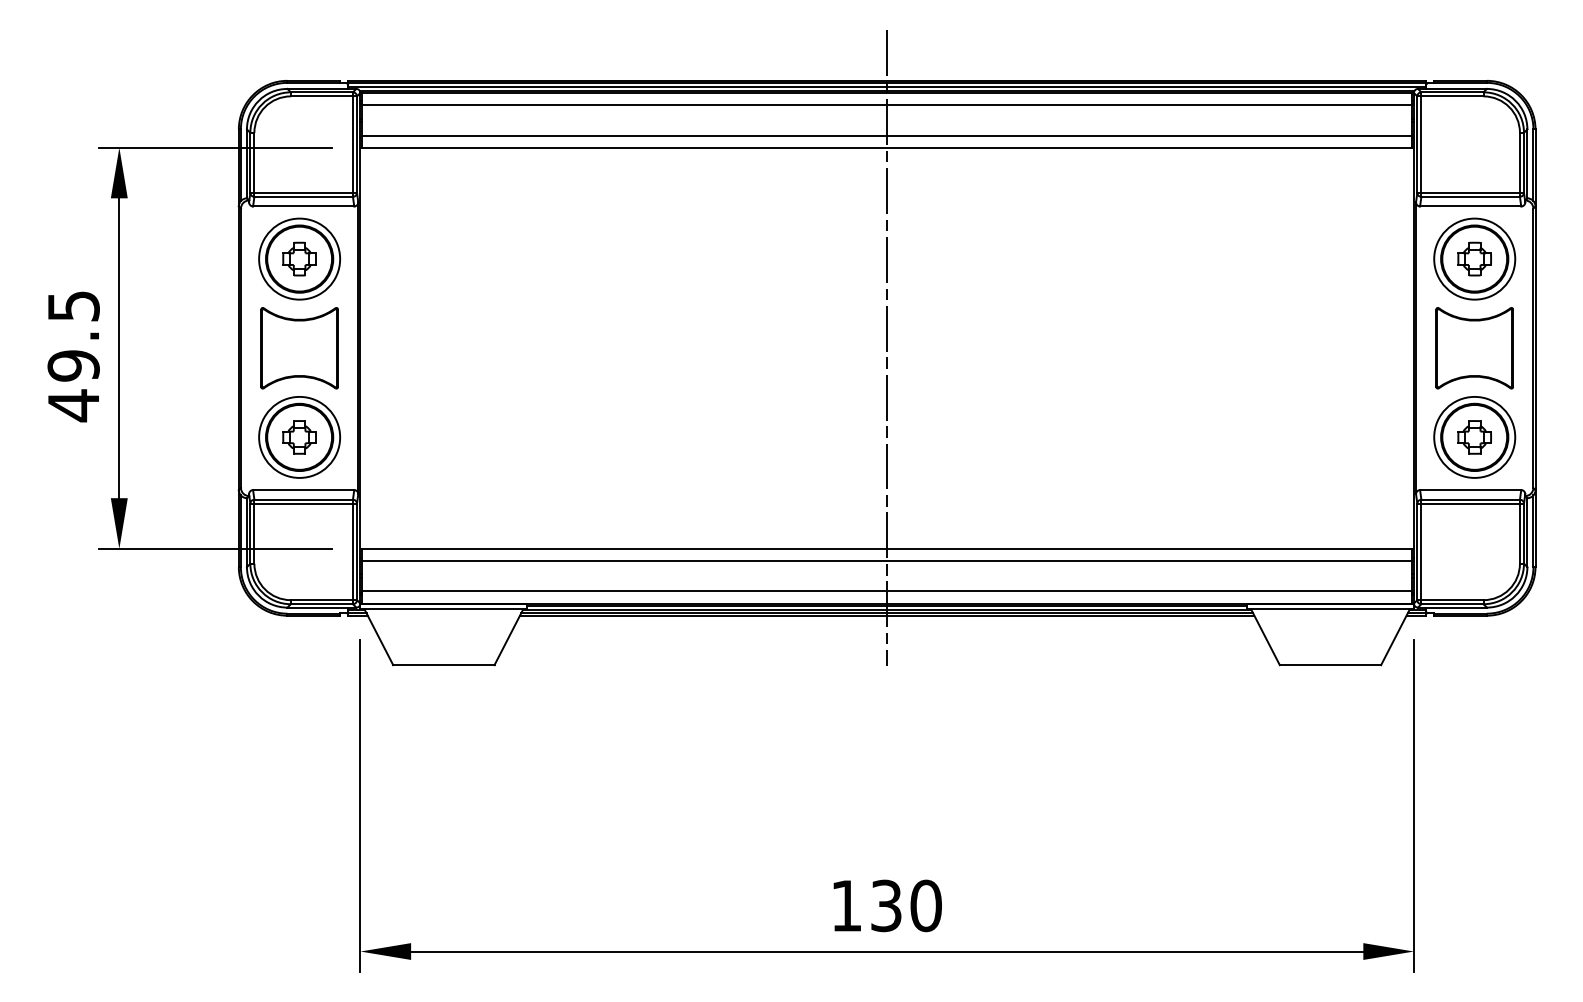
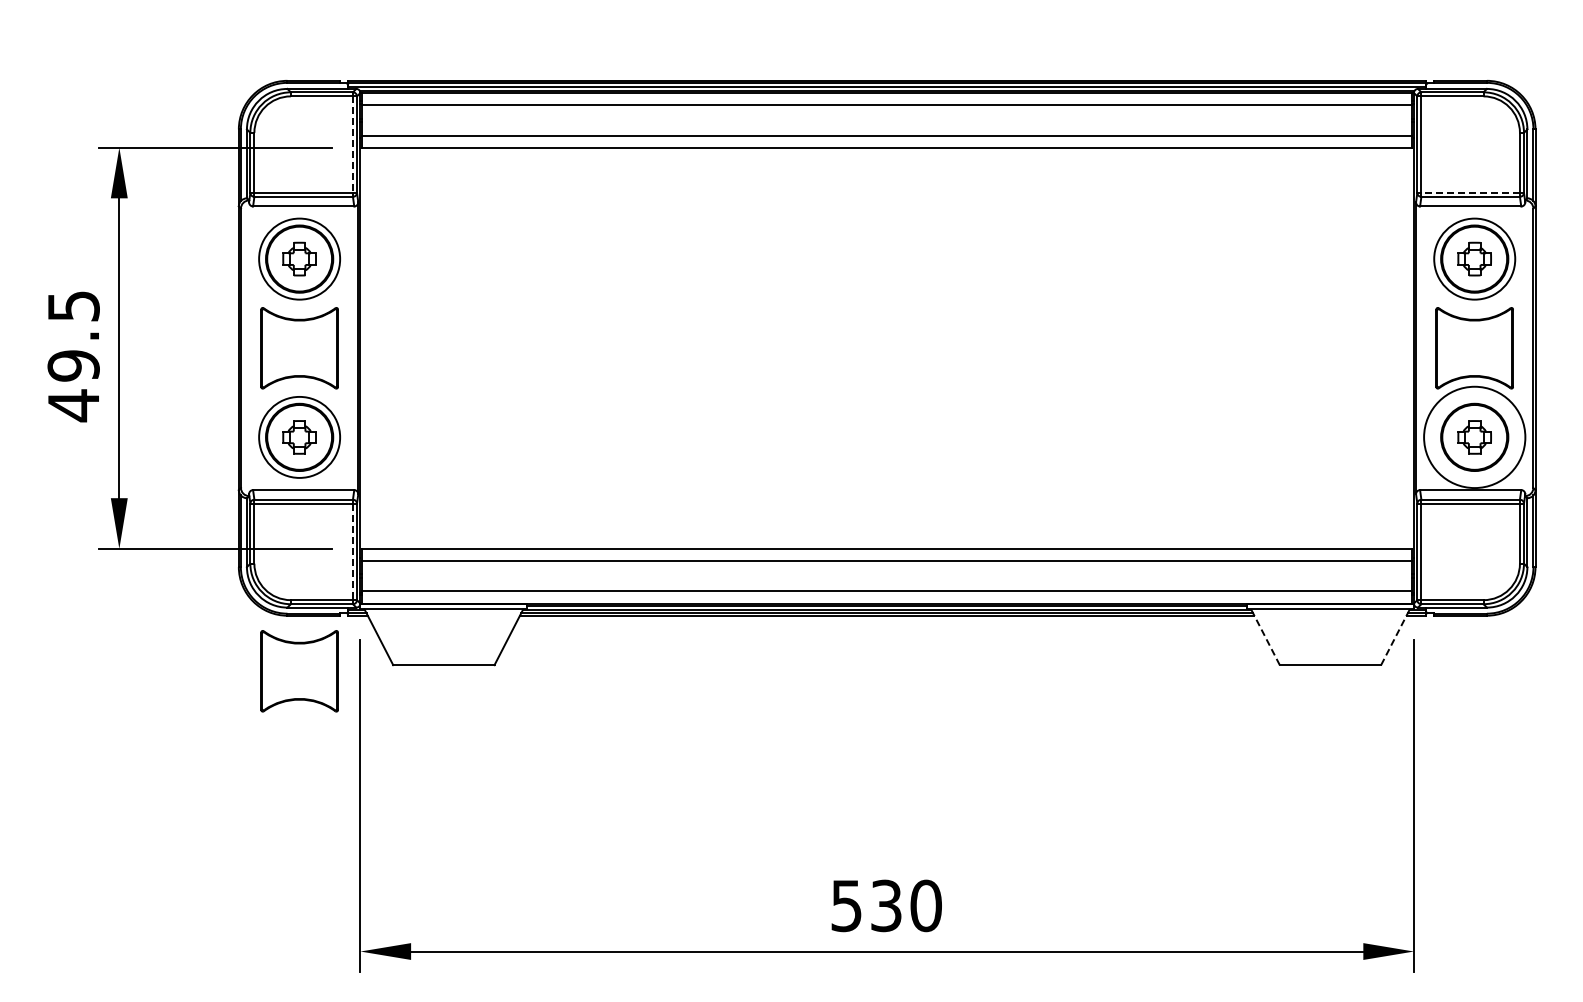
line at (352, 145): solid -> dashed
line at (1470, 192): solid -> dashed
line at (887, 348): present -> none
circle at (1474, 436) diameter: 81 px -> 101 px
line at (352, 552): solid -> dashed
line at (1265, 636): solid -> dashed
line at (1395, 636): solid -> dashed
part at (299, 671): none -> present
text at (846, 906): 130 -> 530
